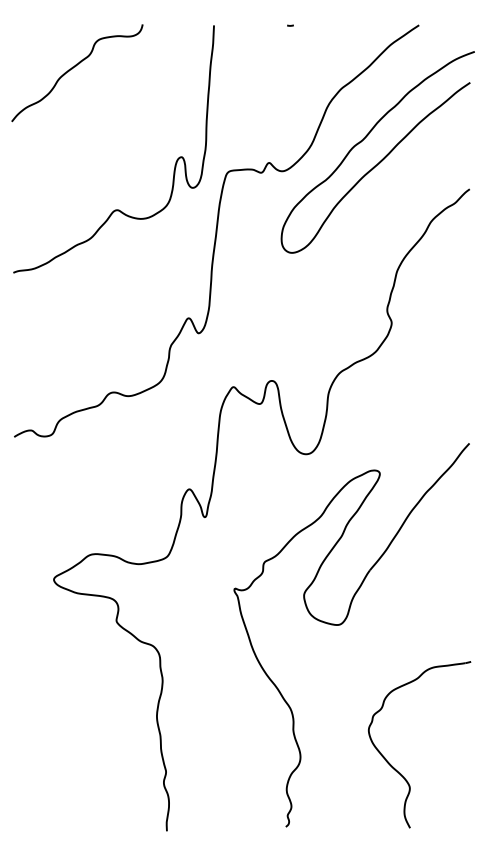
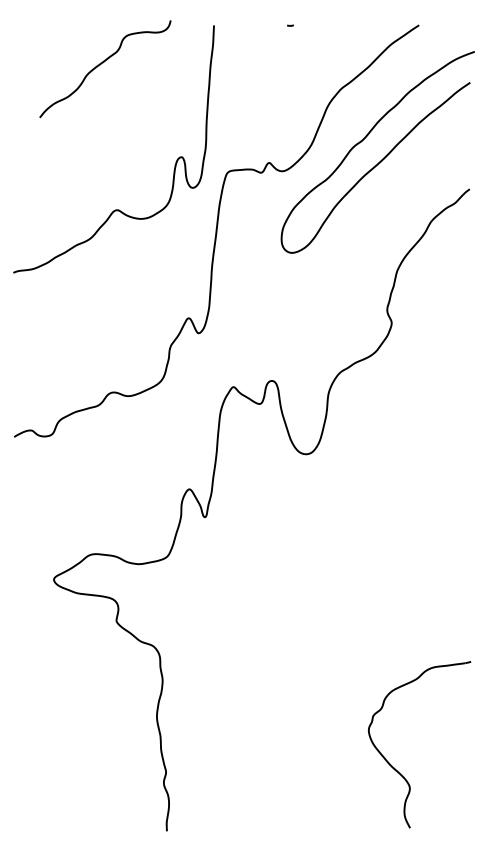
curve at (75, 67) position: (75, 67) -> (103, 63)
part at (342, 624): present -> none
